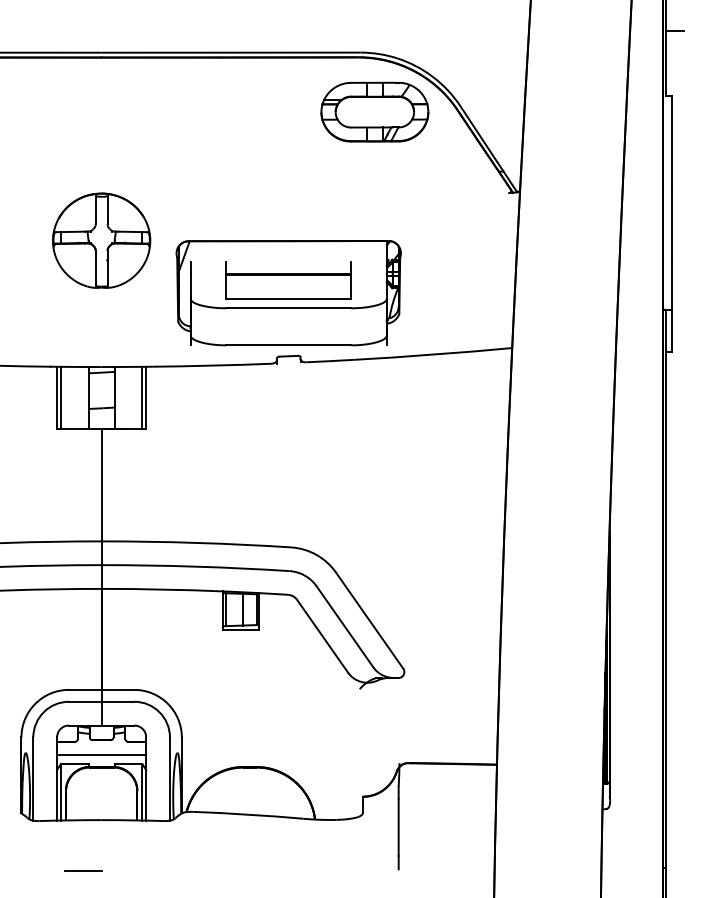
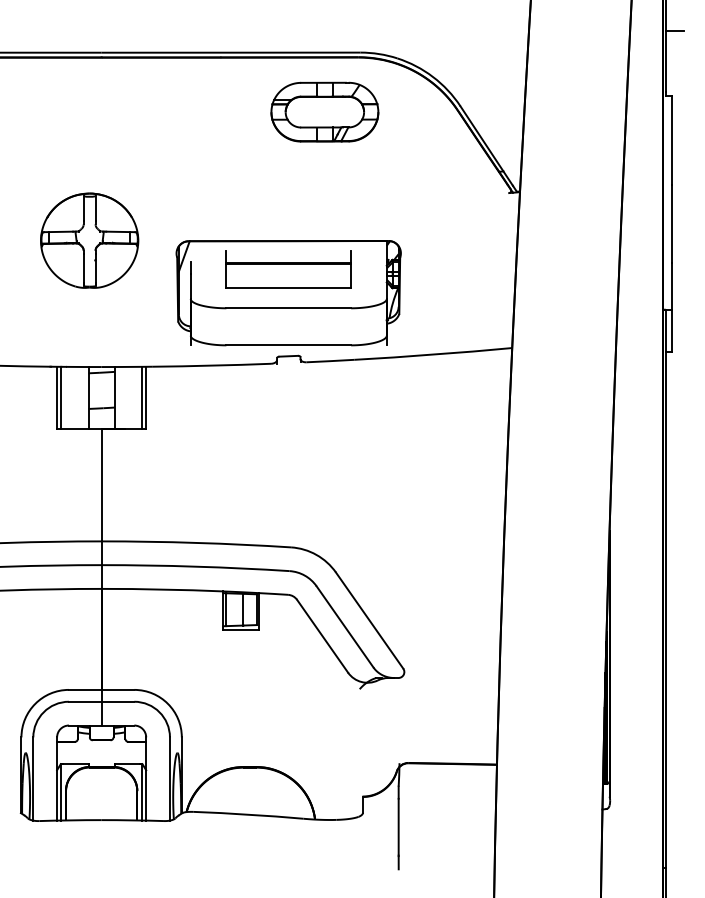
part at (374, 111) position: (374, 111) -> (324, 111)
part at (101, 240) position: (101, 240) -> (89, 240)
part at (288, 280) position: (288, 280) -> (288, 269)
line at (101, 755): present -> none
line at (83, 870): present -> none
